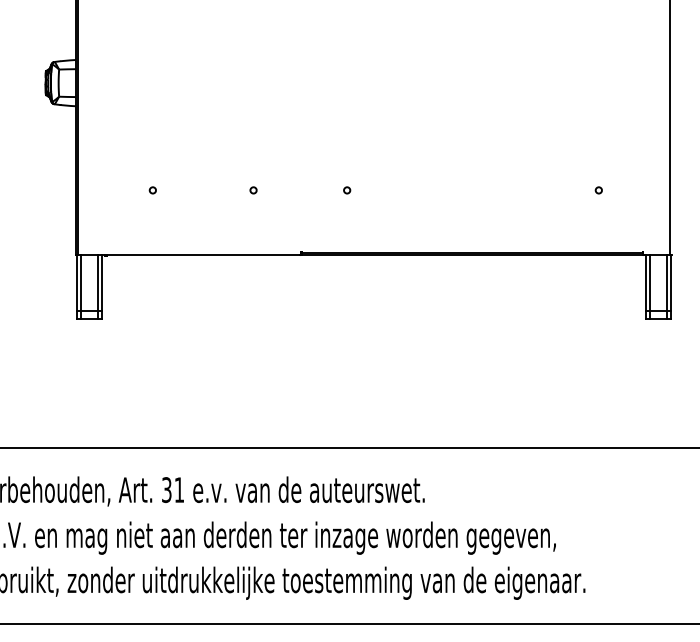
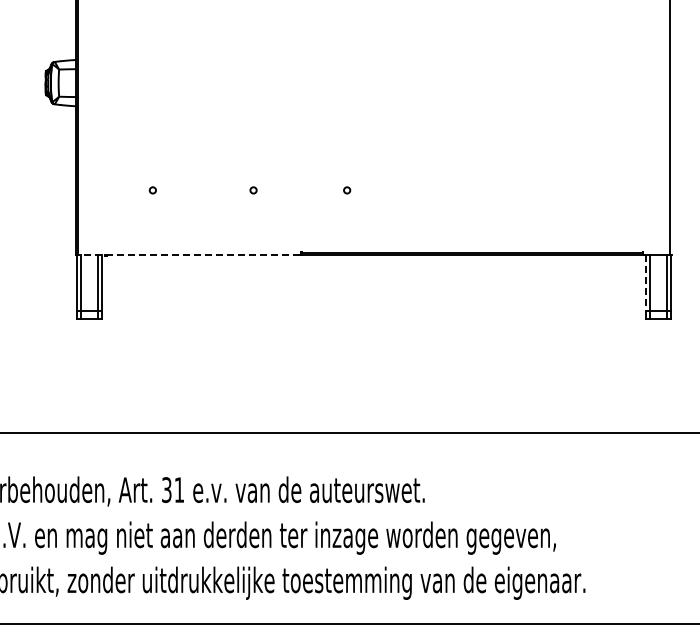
circle at (598, 190): present -> none
line at (188, 255): solid -> dashed
line at (645, 282): solid -> dashed
line at (349, 447) position: (349, 447) -> (349, 432)
